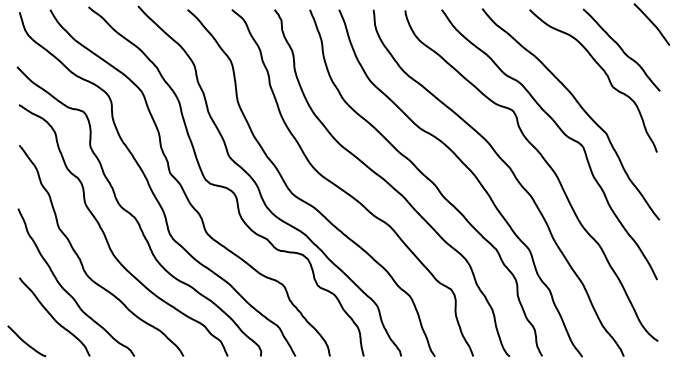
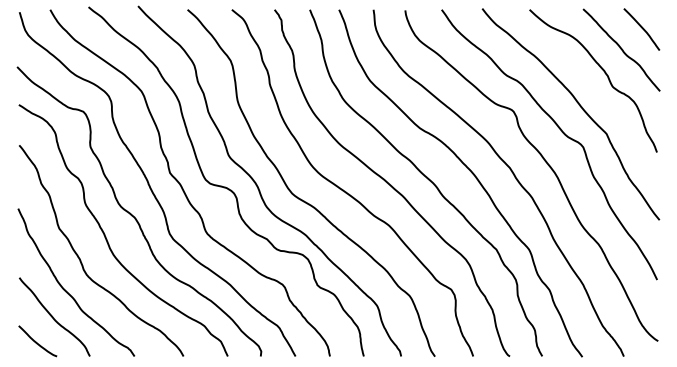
curve at (651, 23) position: (651, 23) -> (641, 28)
curve at (25, 341) position: (25, 341) -> (36, 341)
